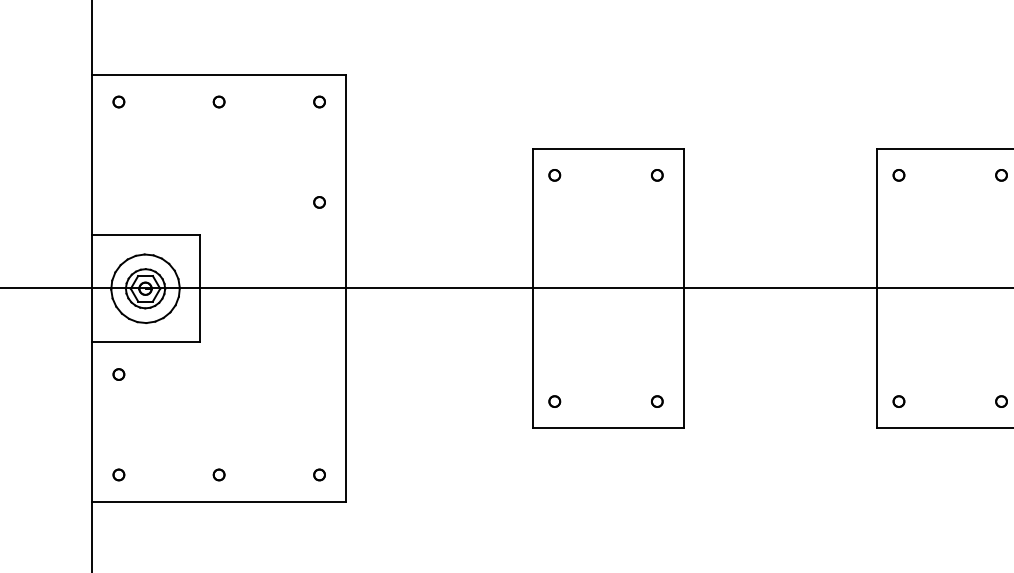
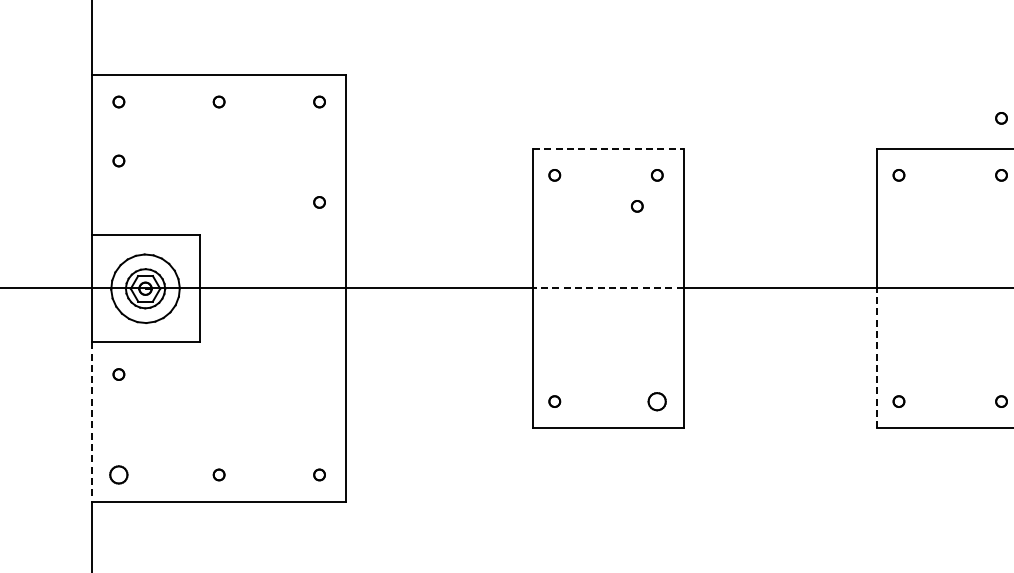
part at (1001, 118): none -> present
line at (608, 148): solid -> dashed
part at (118, 160): none -> present
part at (637, 206): none -> present
line at (607, 288): solid -> dashed
line at (877, 358): solid -> dashed
part at (657, 401) size: 13x13 px -> 20x20 px
line at (92, 421): solid -> dashed
part at (118, 474) size: 14x14 px -> 20x20 px
